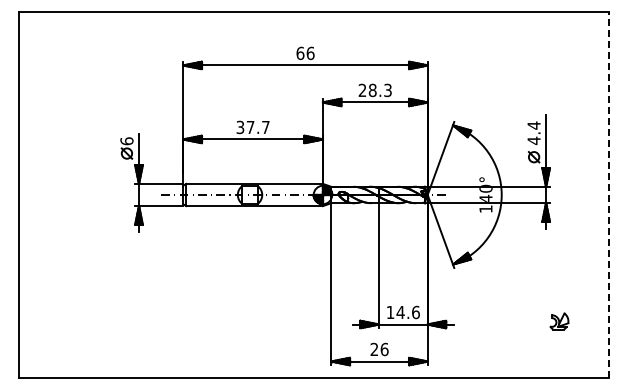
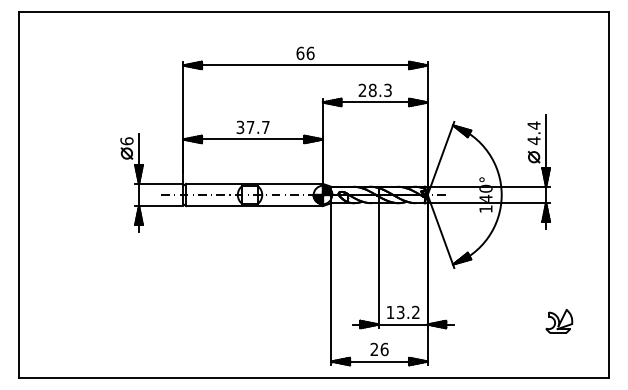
line at (609, 194): dashed -> solid
text at (407, 312): 14.6 -> 13.2
part at (559, 321) size: 21x19 px -> 29x25 px
